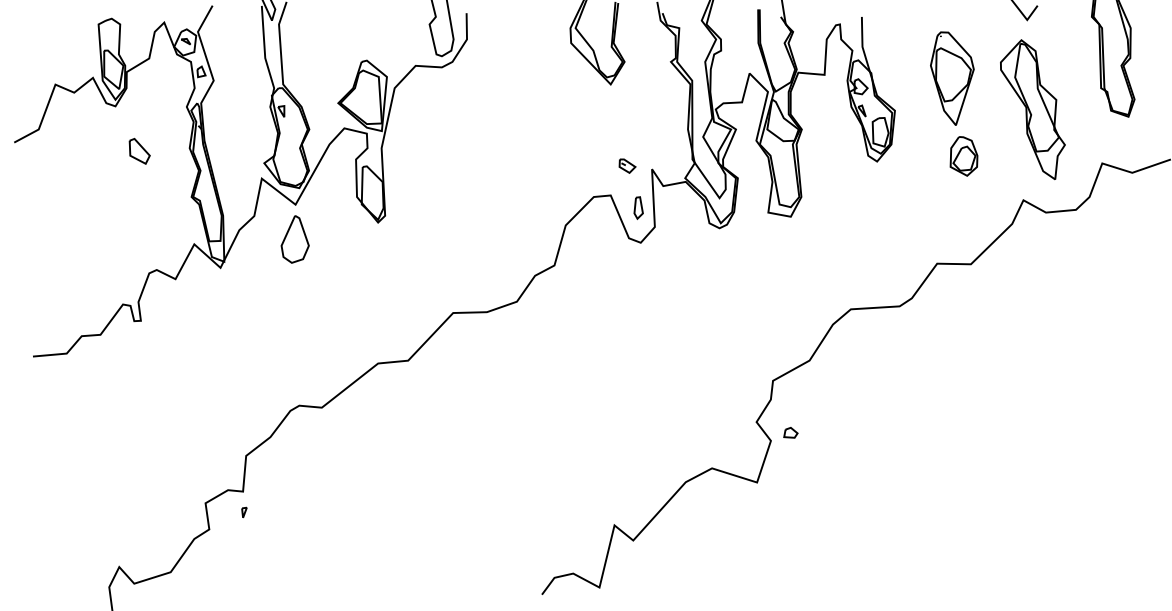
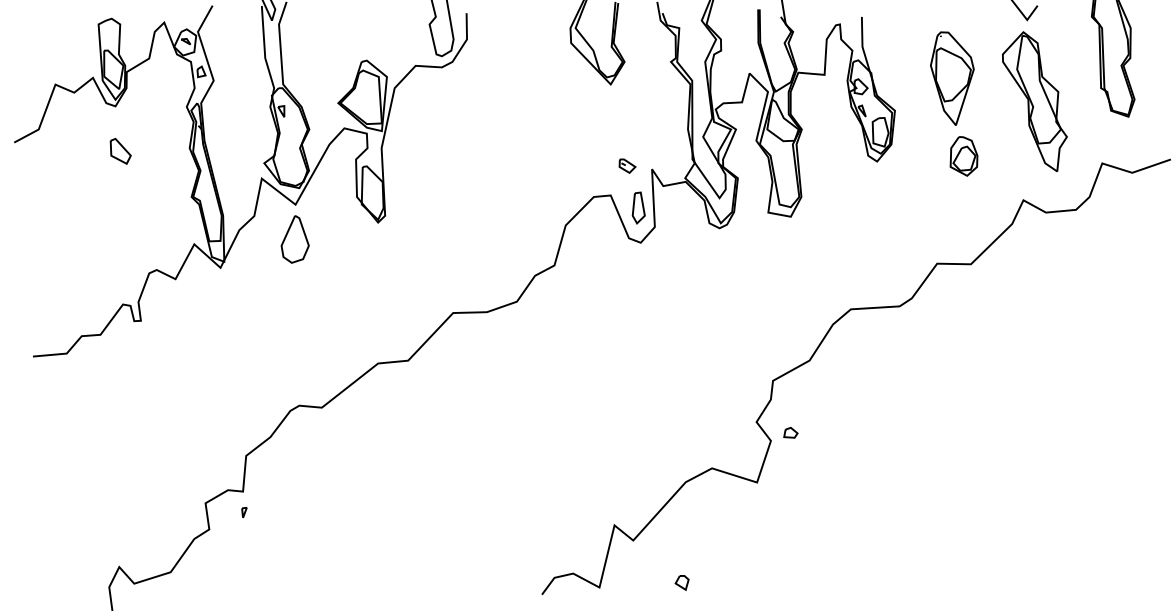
part at (1032, 109) position: (1032, 109) -> (1034, 101)
part at (139, 151) position: (139, 151) -> (120, 151)
part at (638, 207) size: 11x24 px -> 15x34 px
part at (681, 582): none -> present
